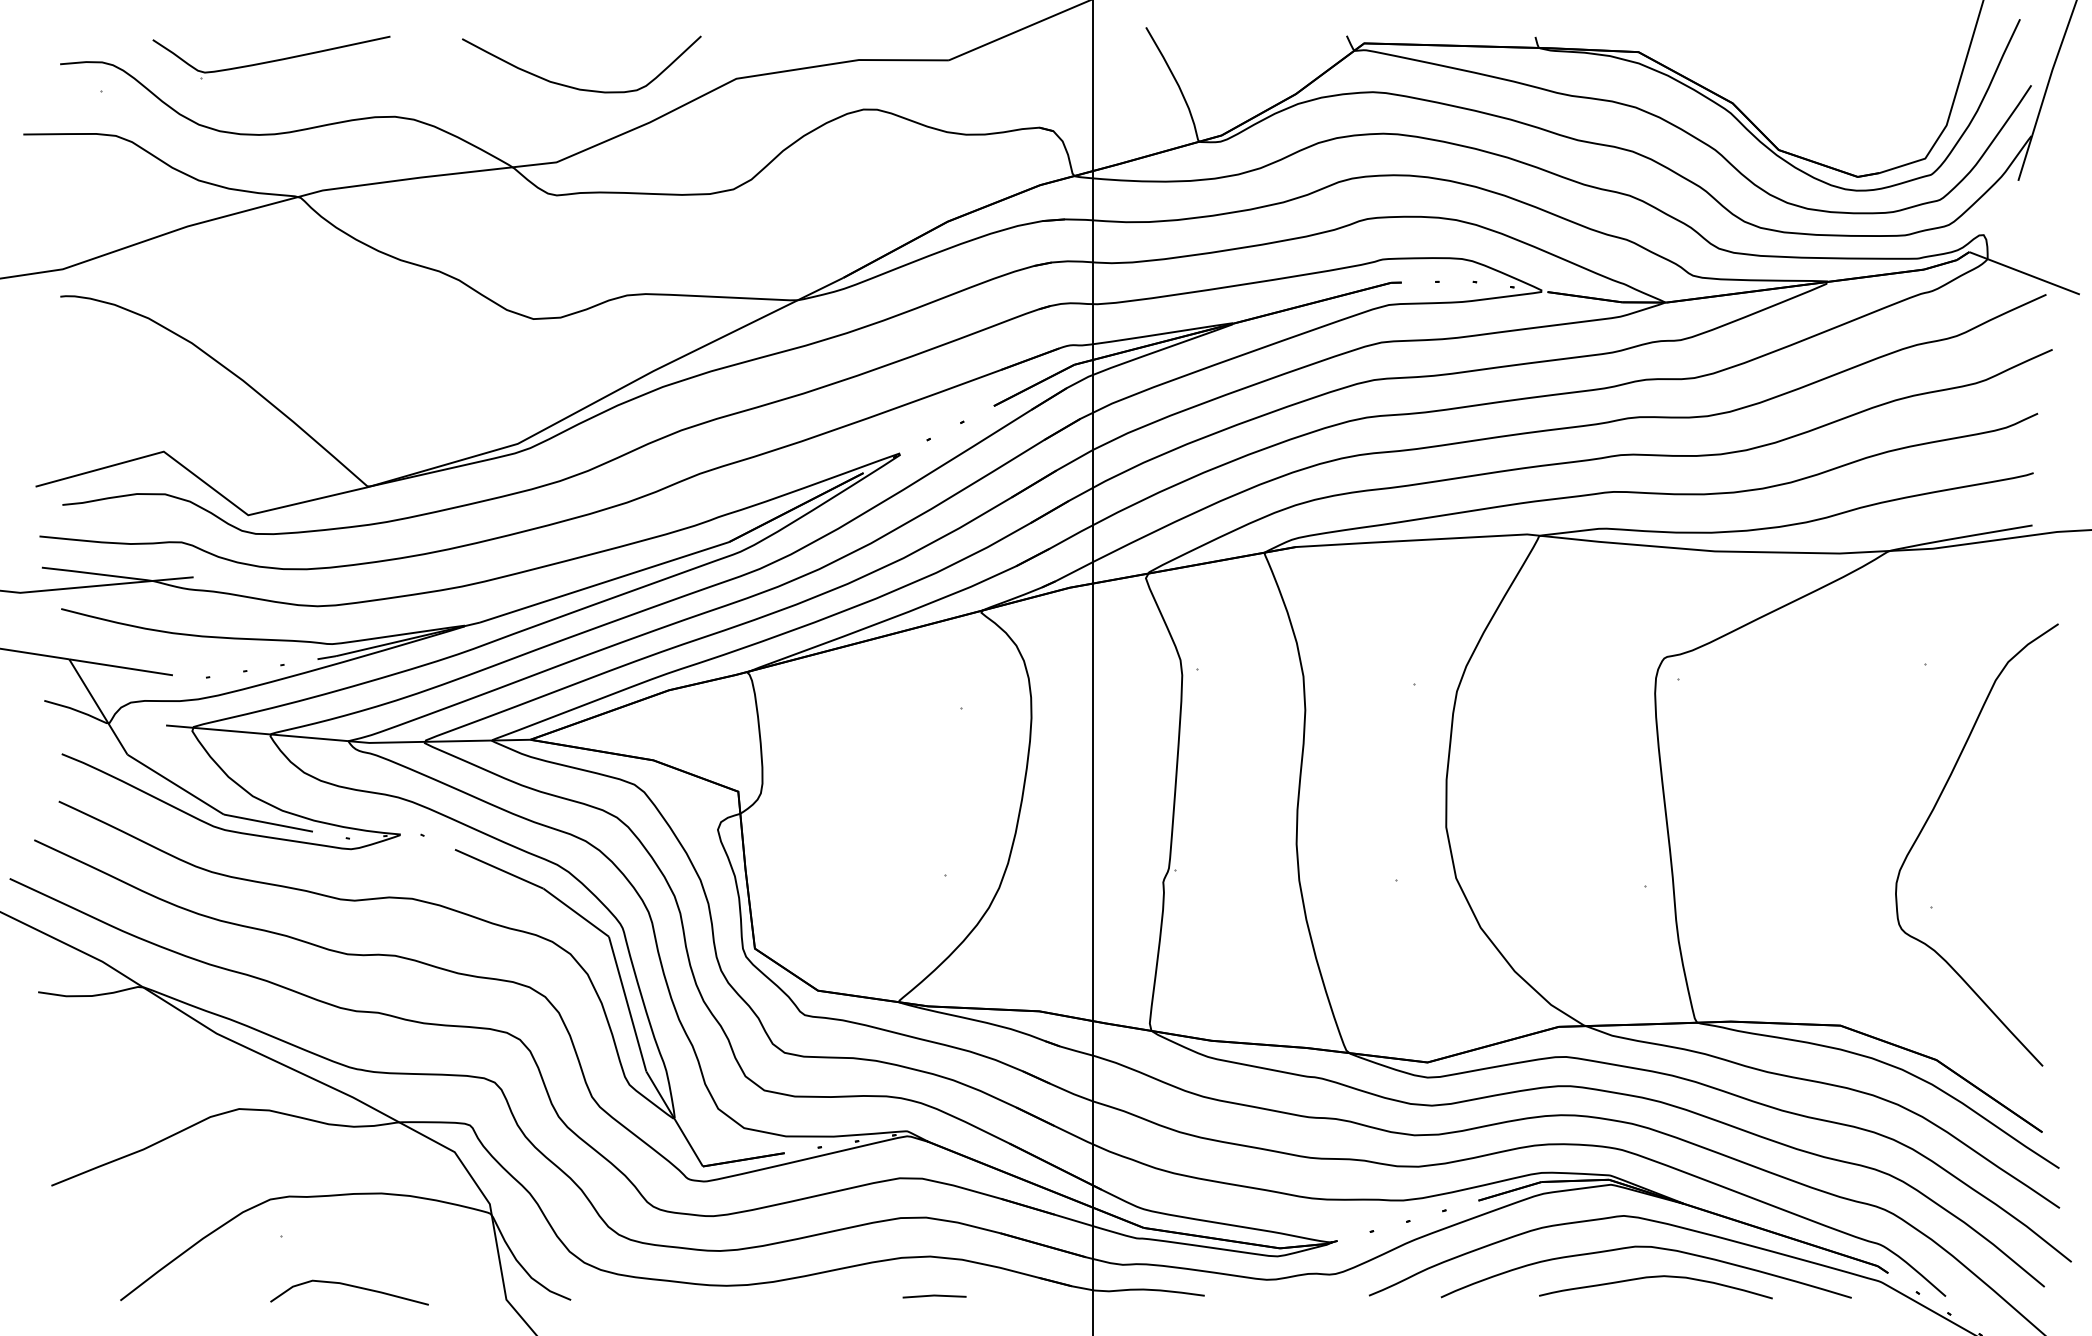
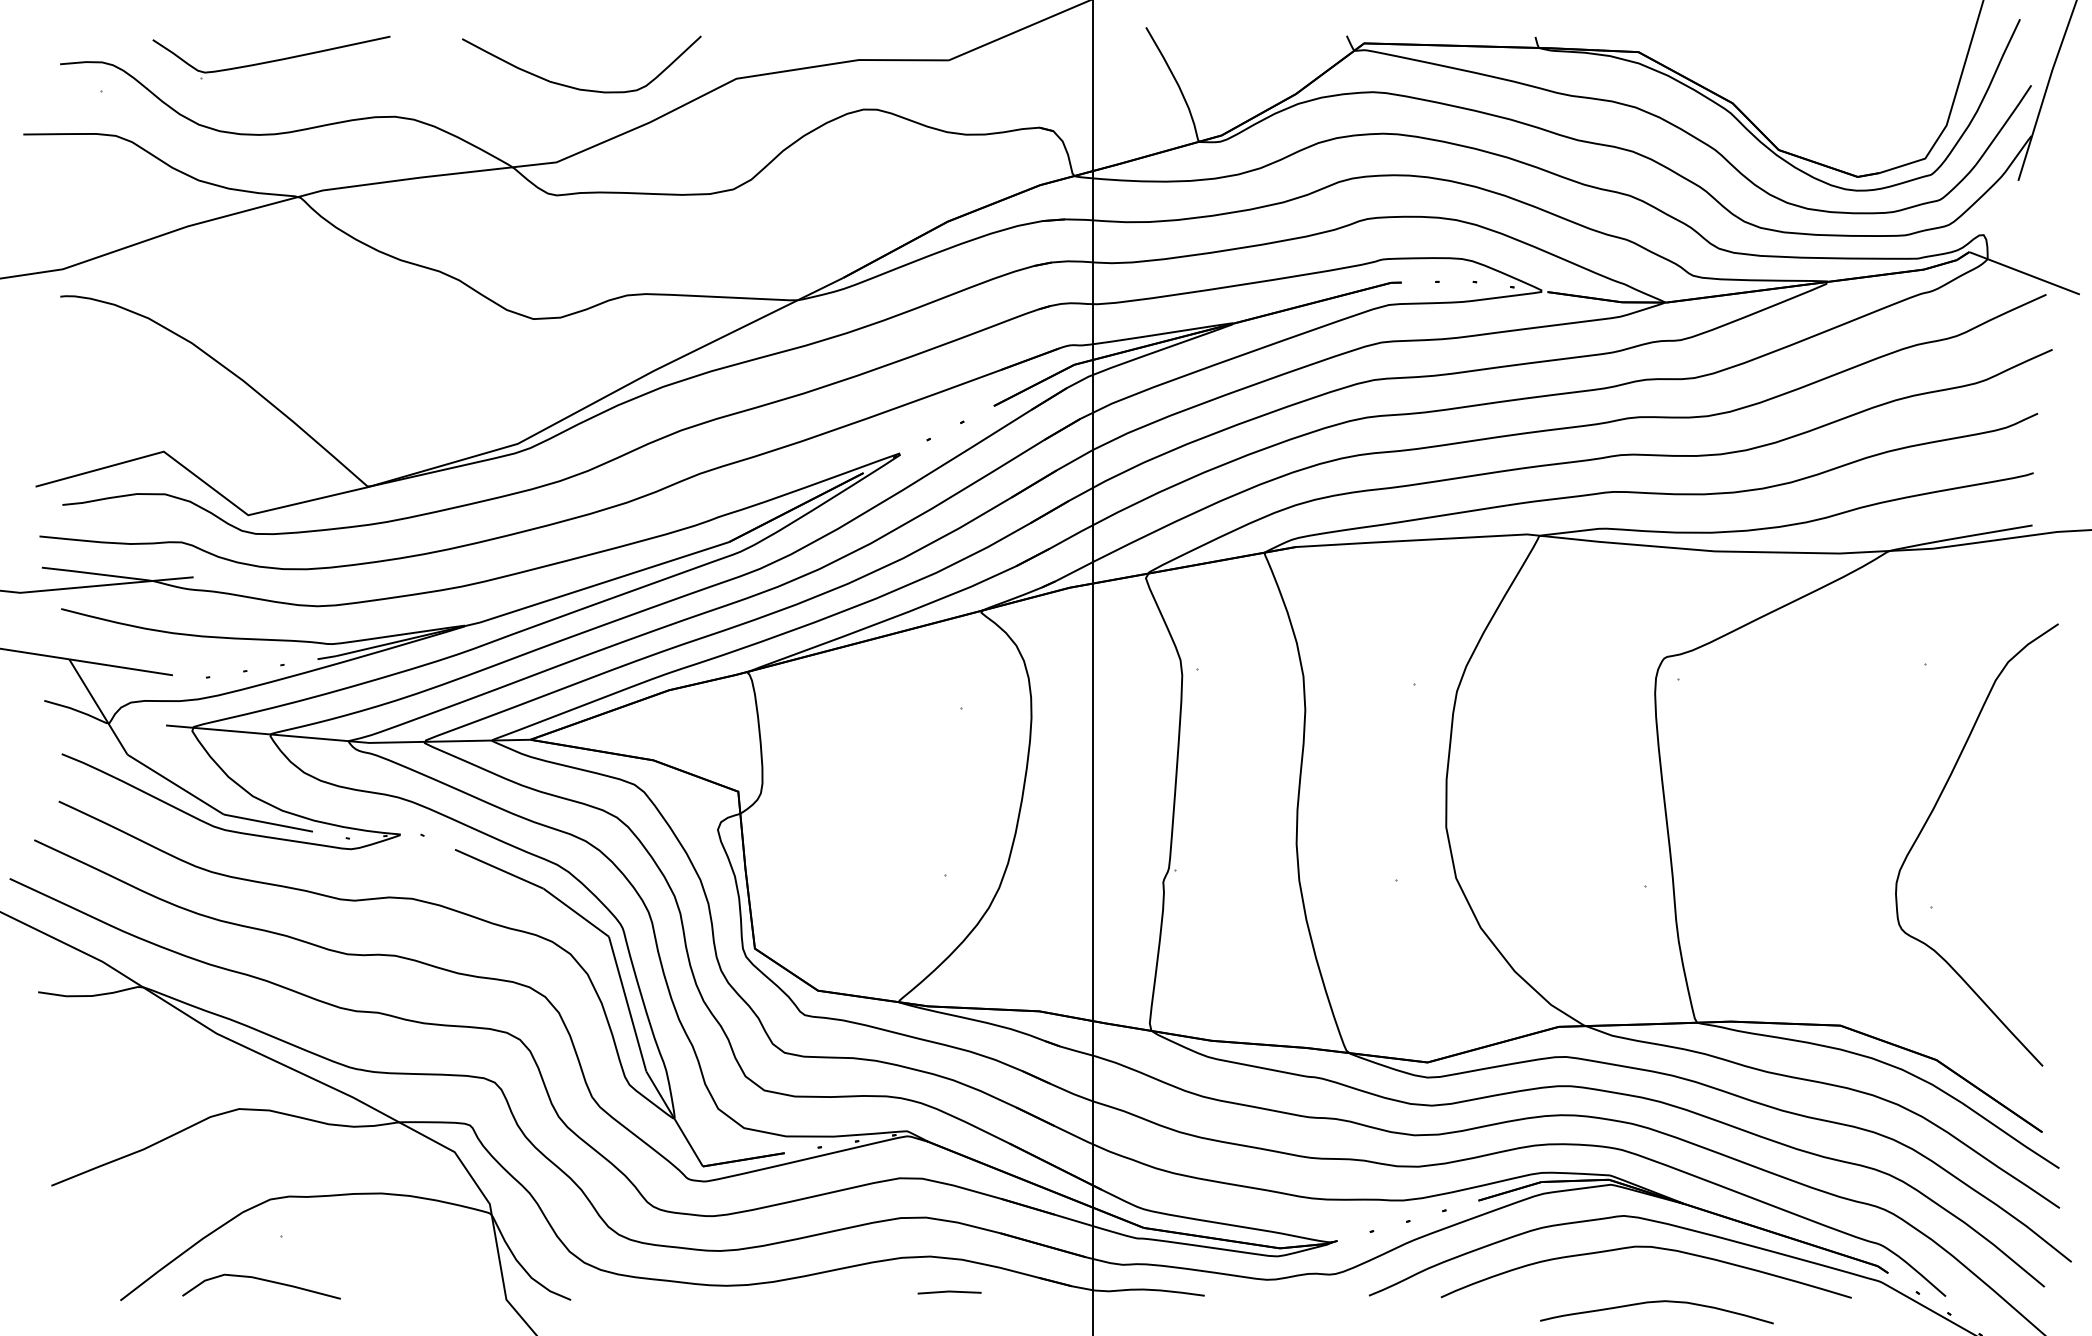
curve at (1655, 1277) position: (1655, 1277) -> (1656, 1302)
curve at (349, 1286) position: (349, 1286) -> (261, 1280)
line at (934, 1296) position: (934, 1296) -> (949, 1292)
